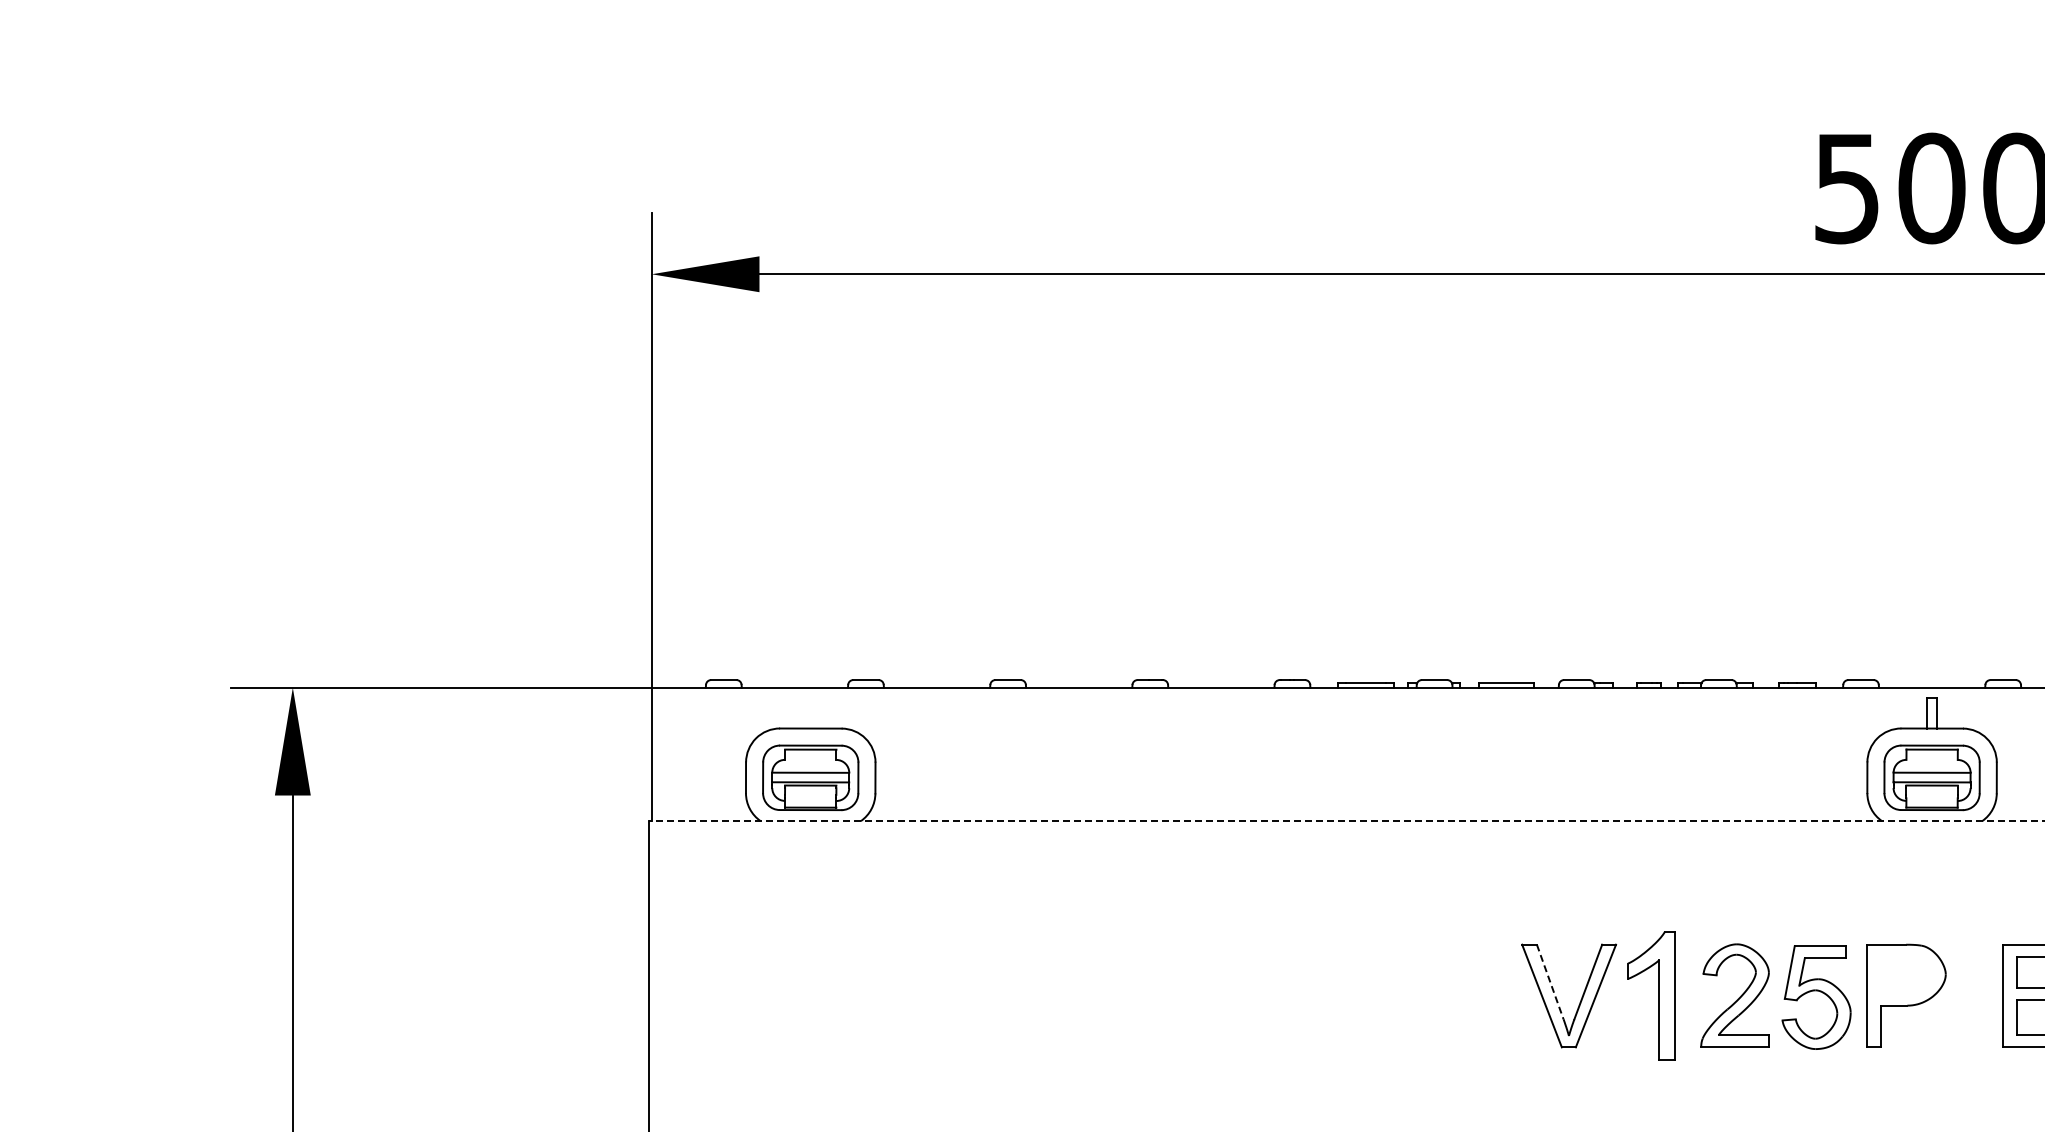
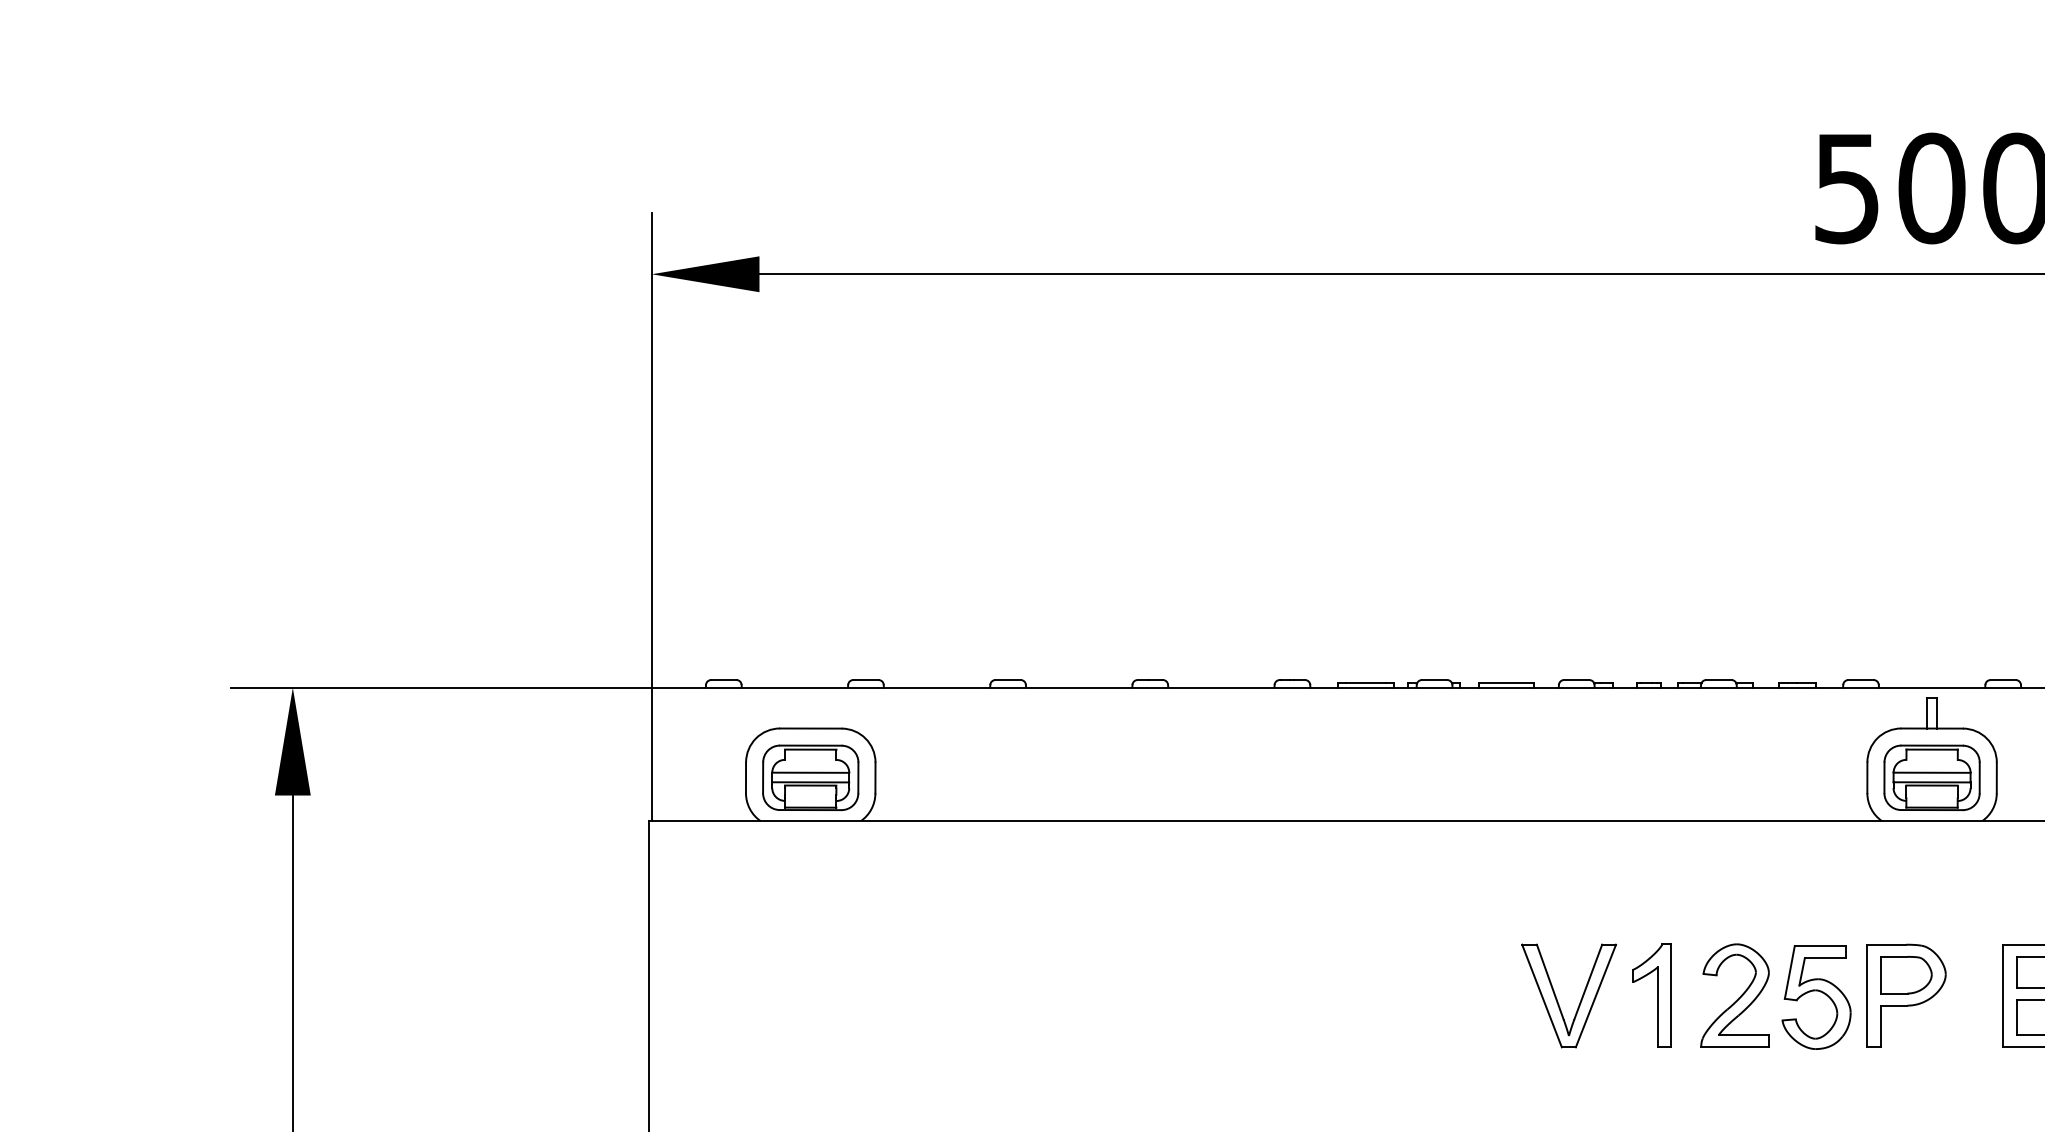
line at (1346, 821): dashed -> solid
part at (1906, 975): none -> present
line at (1550, 981): dashed -> solid
part at (1651, 995) size: 49x130 px -> 40x105 px
